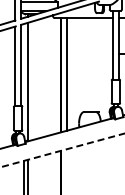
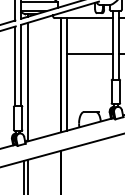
line at (89, 53): none -> present
line at (62, 150): dashed -> solid
